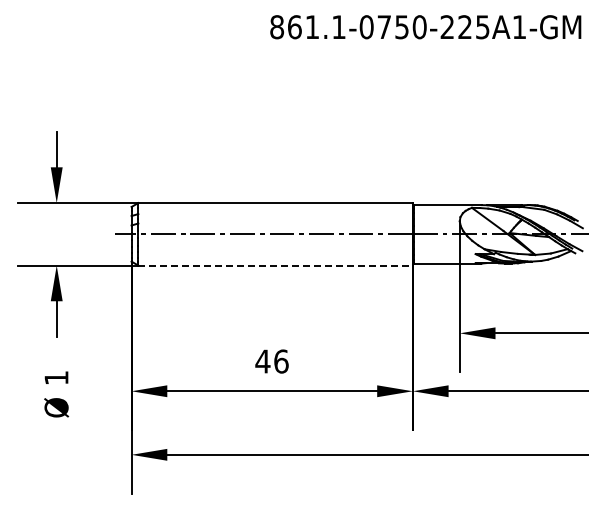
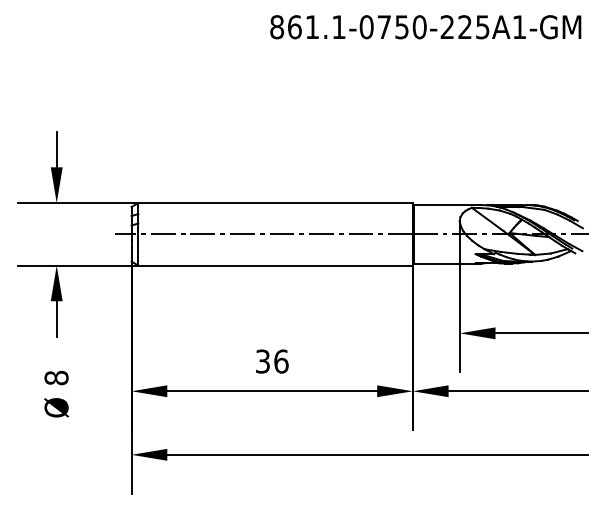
line at (276, 265): dashed -> solid
text at (262, 361): 46 -> 36
text at (56, 377): 1 -> 8
